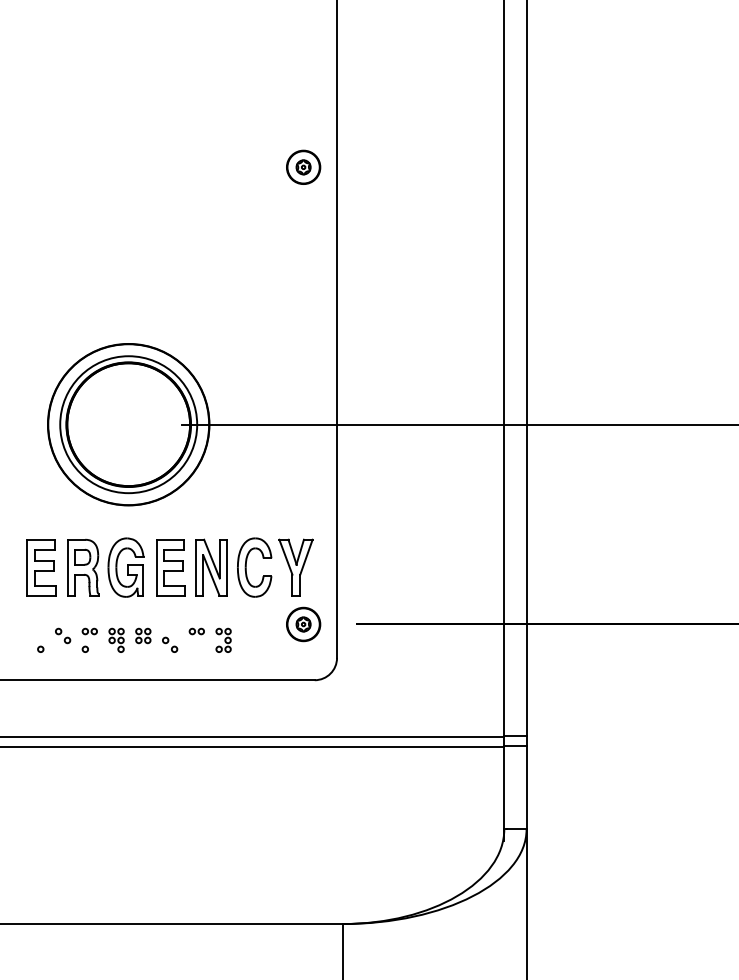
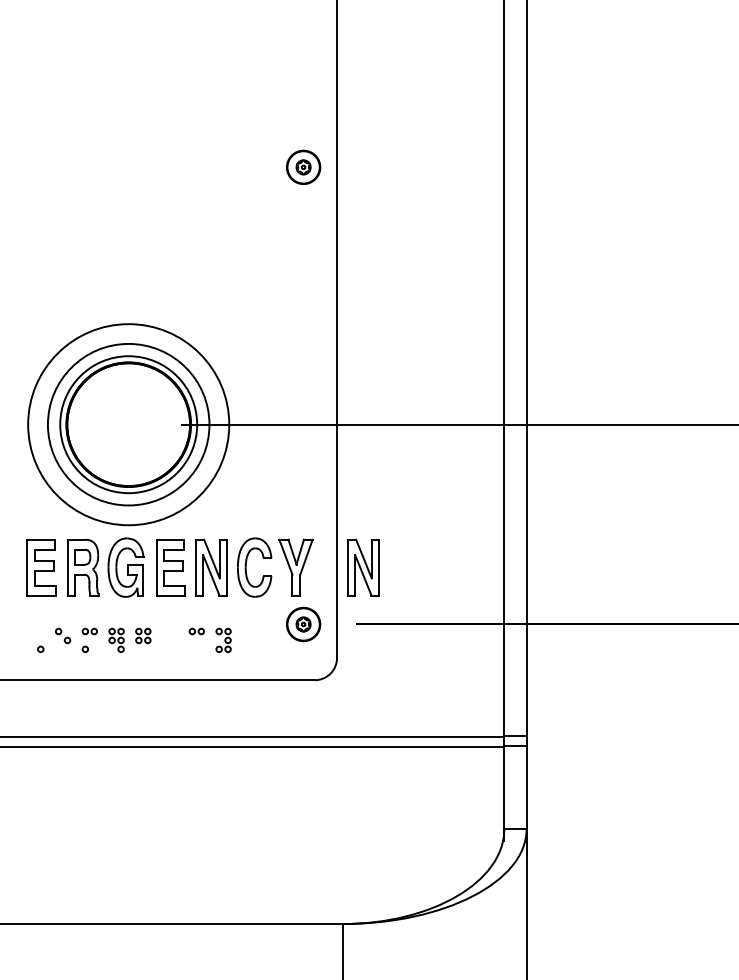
circle at (128, 424) diameter: 161 px -> 201 px
part at (363, 567): none -> present
part at (170, 644): present -> none
